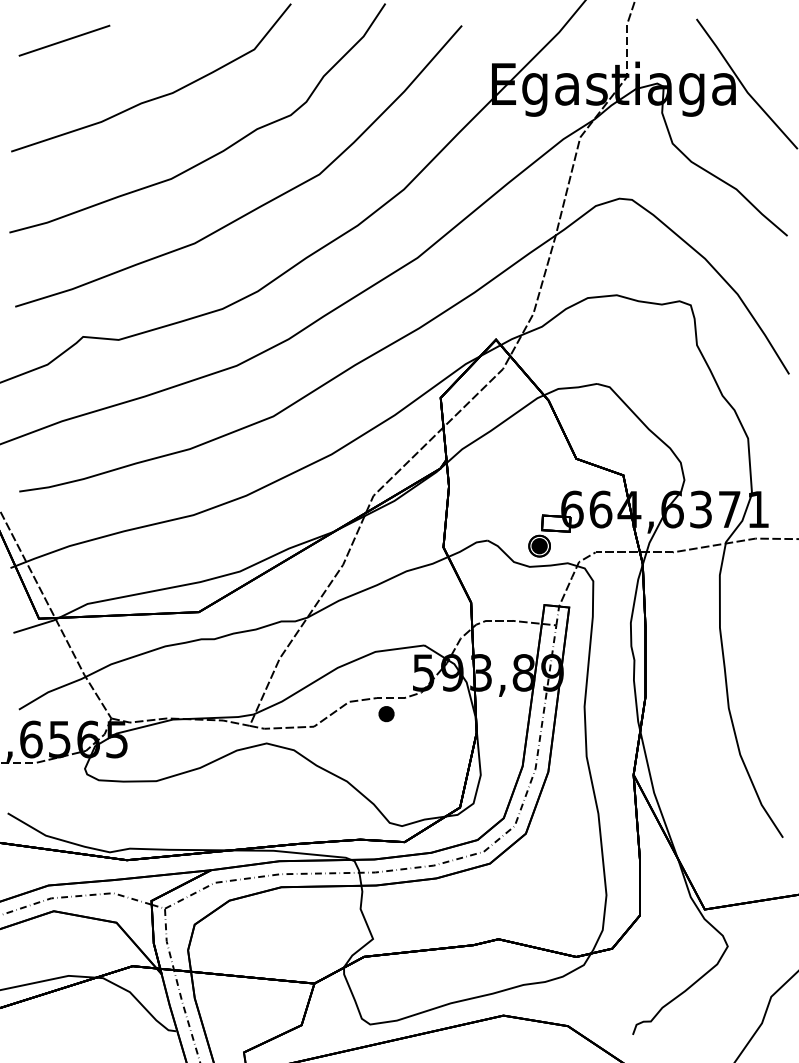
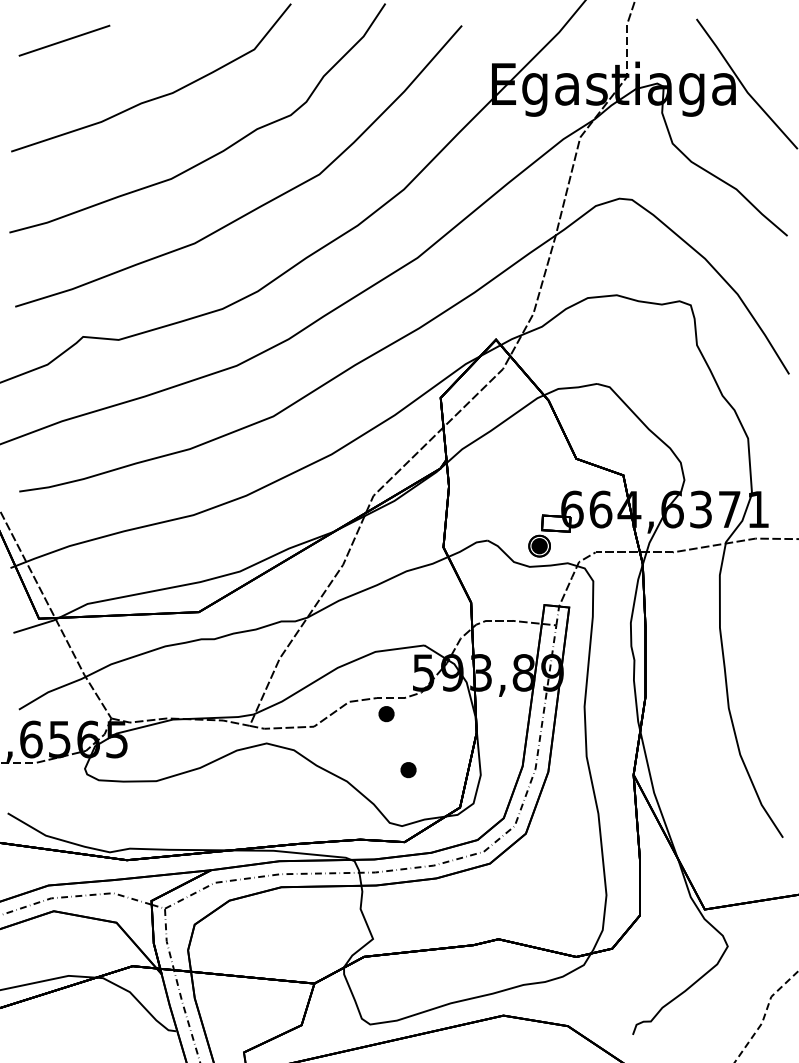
part at (408, 770): none -> present
line at (765, 1014): solid -> dashed
